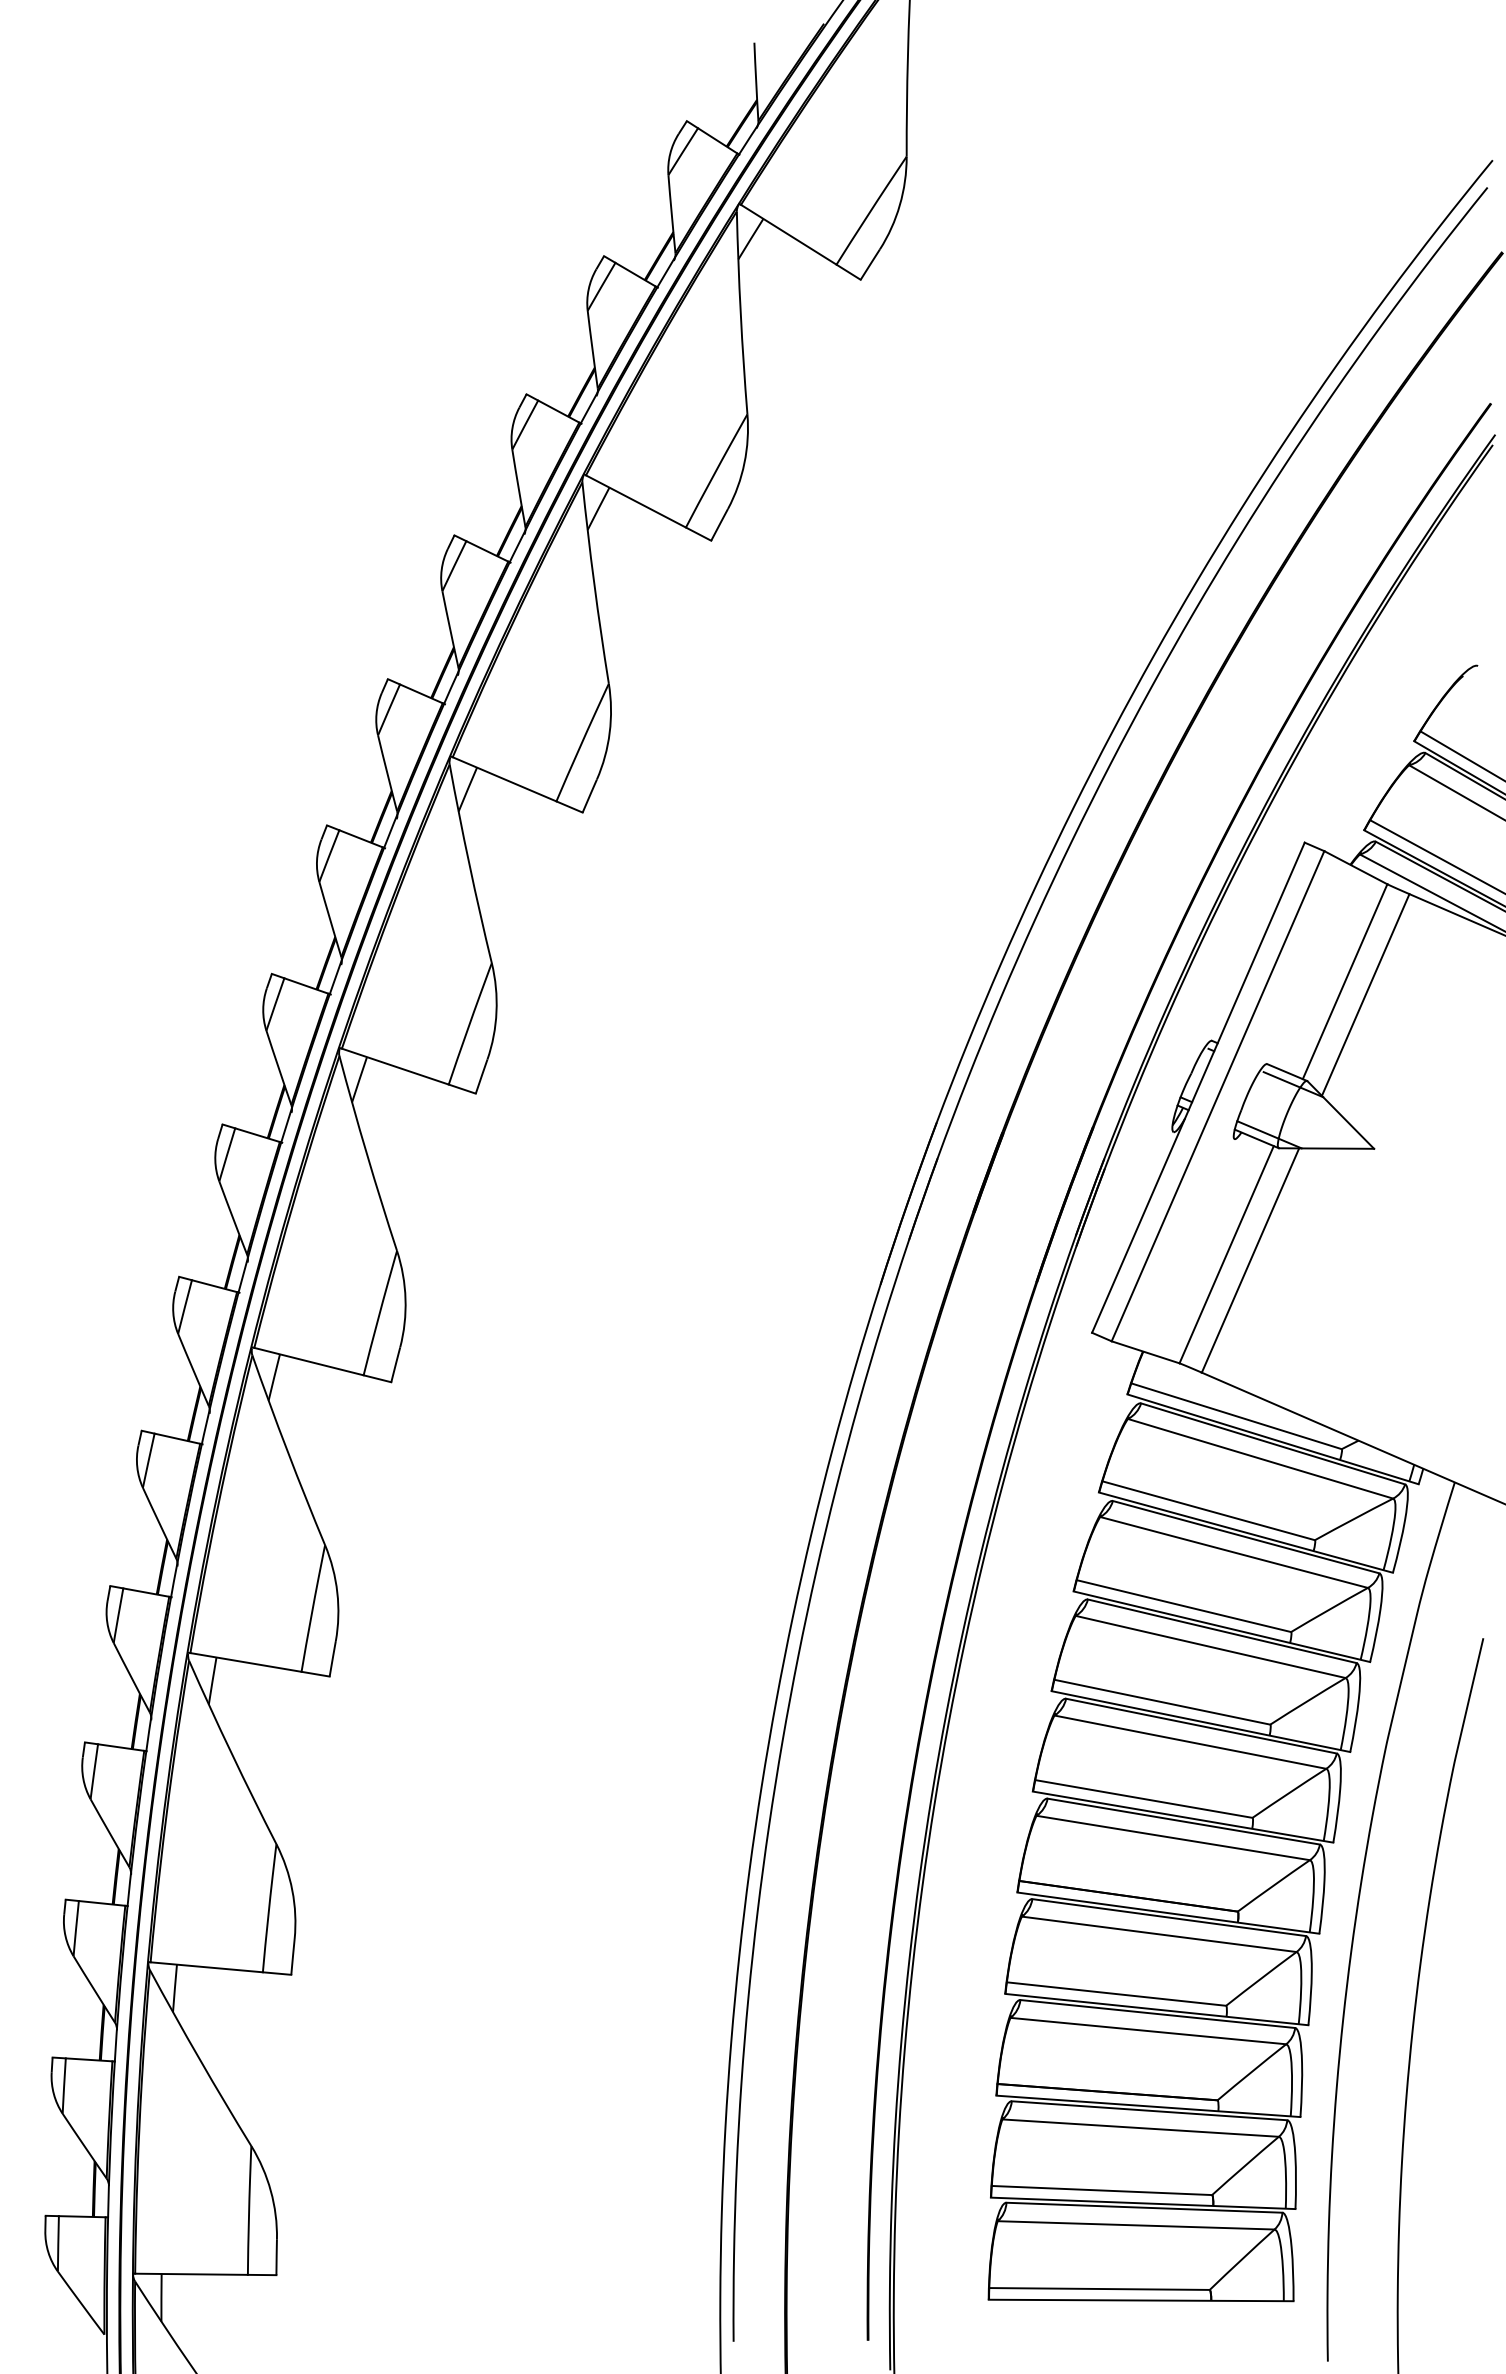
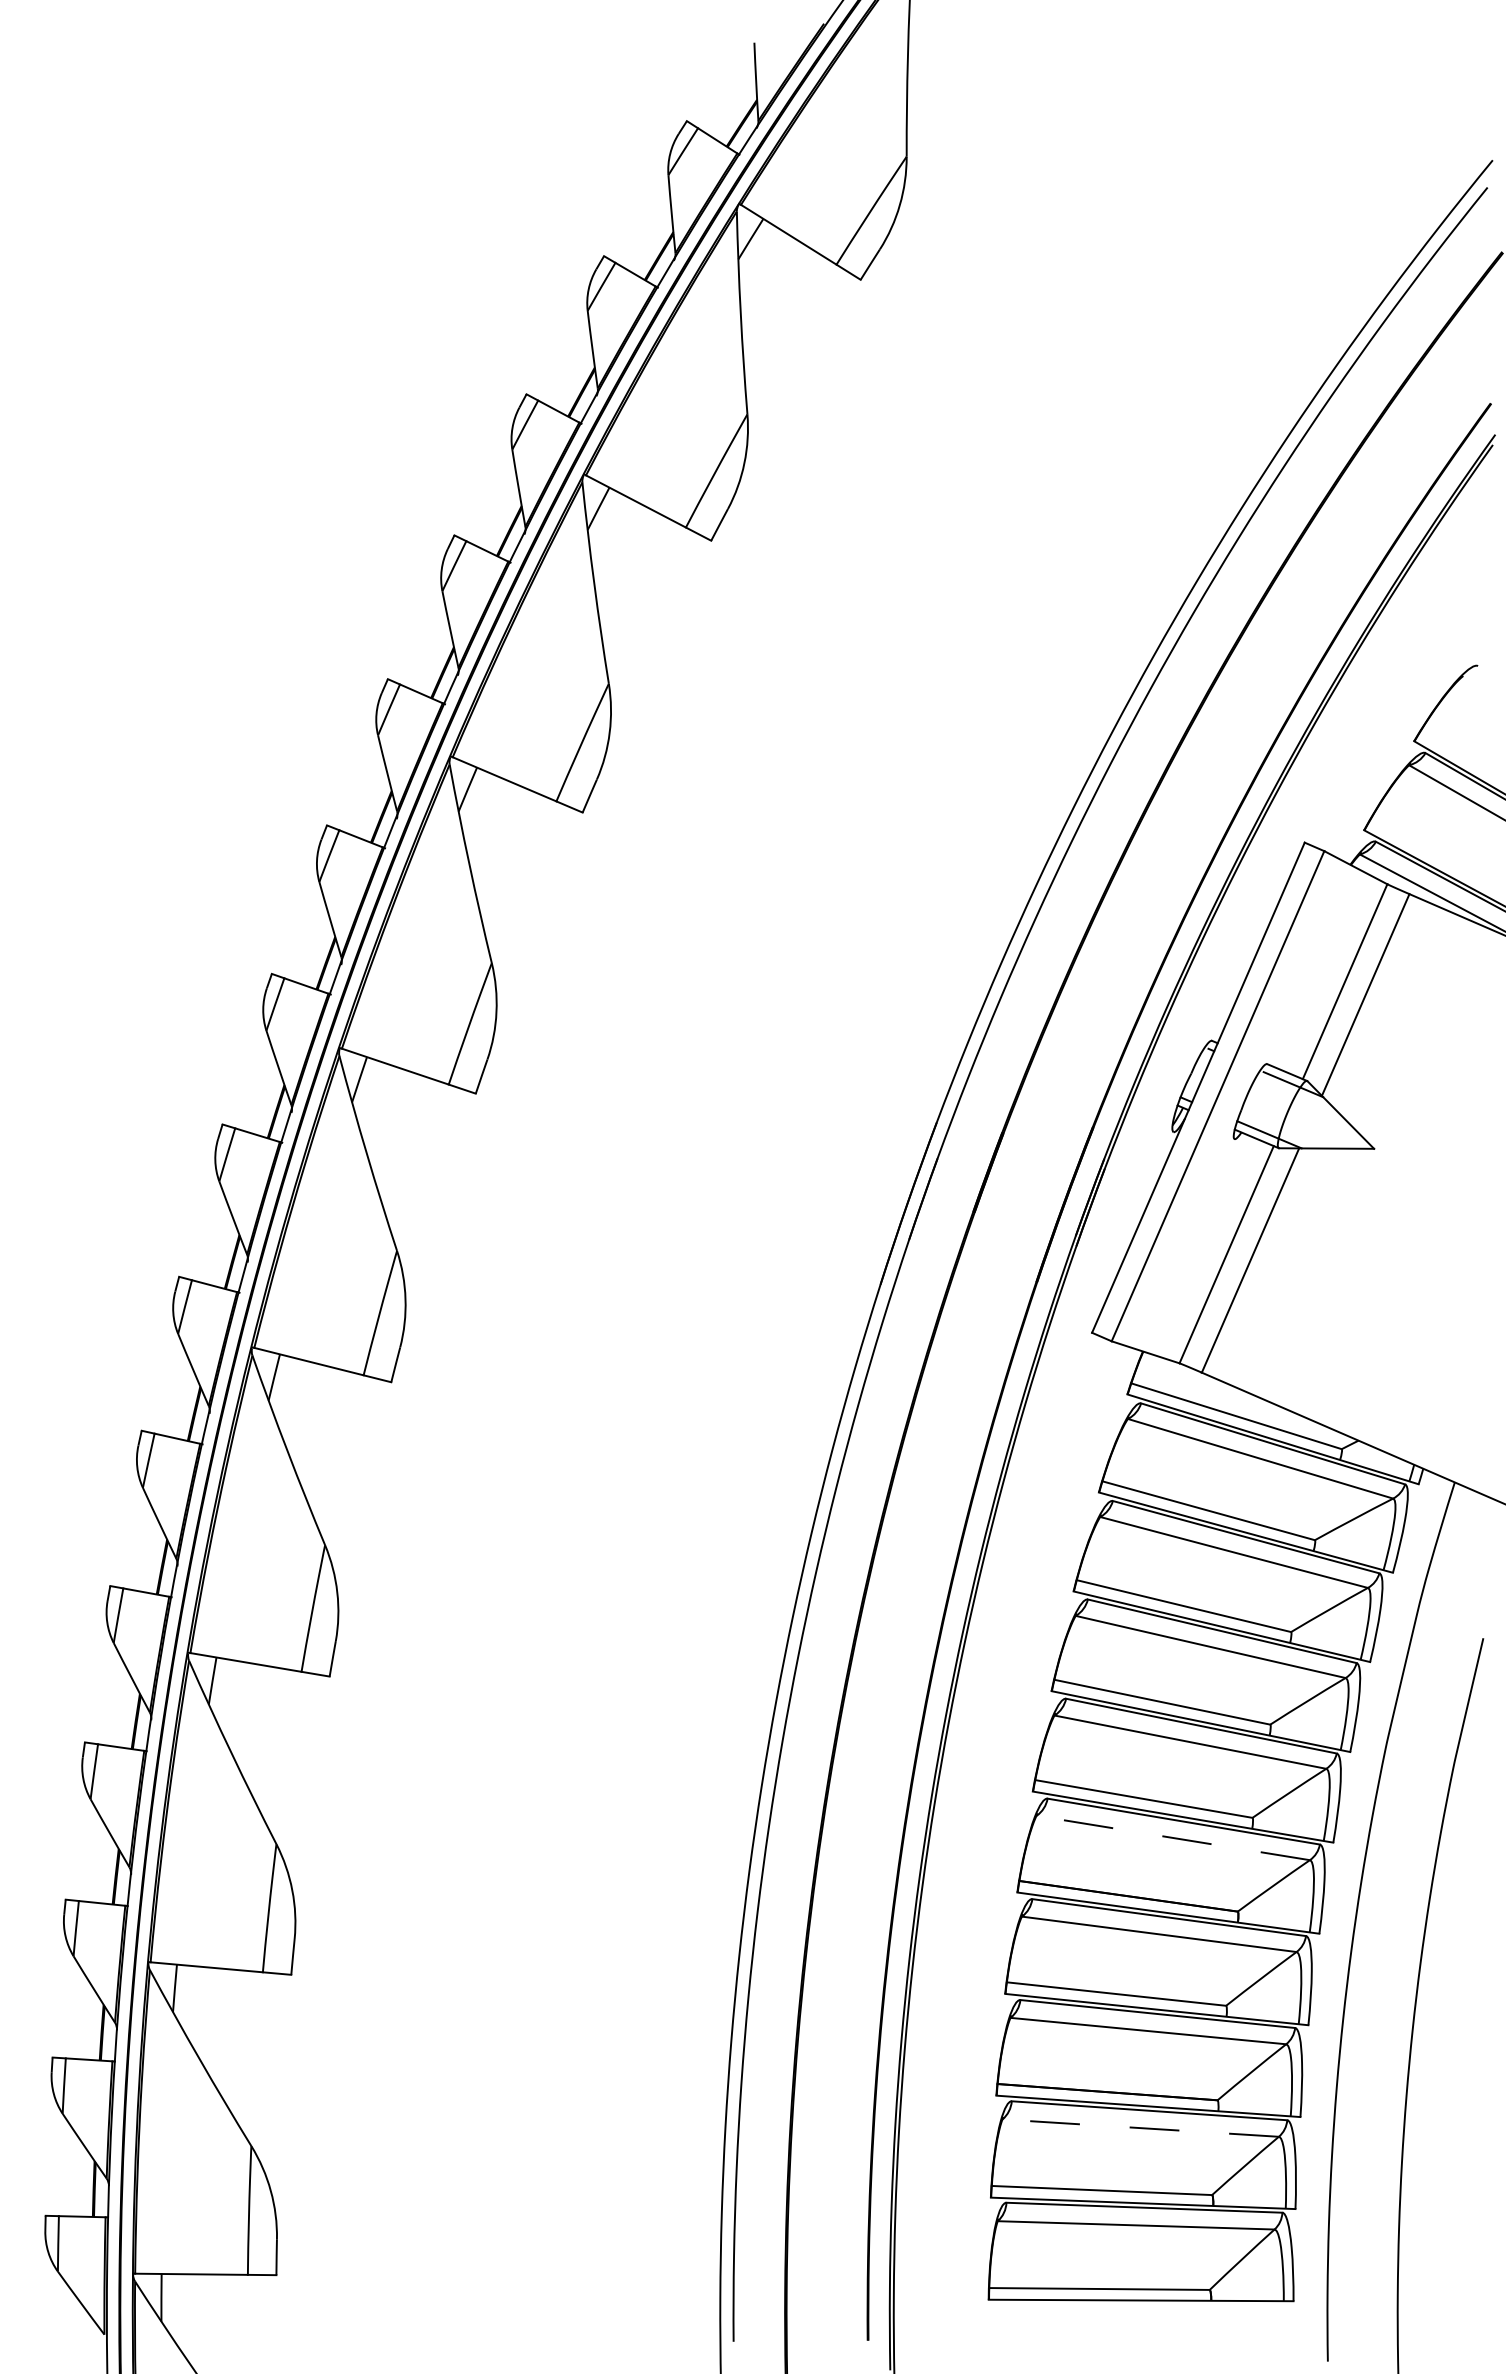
line at (1461, 755): present -> none
line at (1436, 856): present -> none
line at (1172, 1837): solid -> dashed
line at (1140, 2128): solid -> dashed
